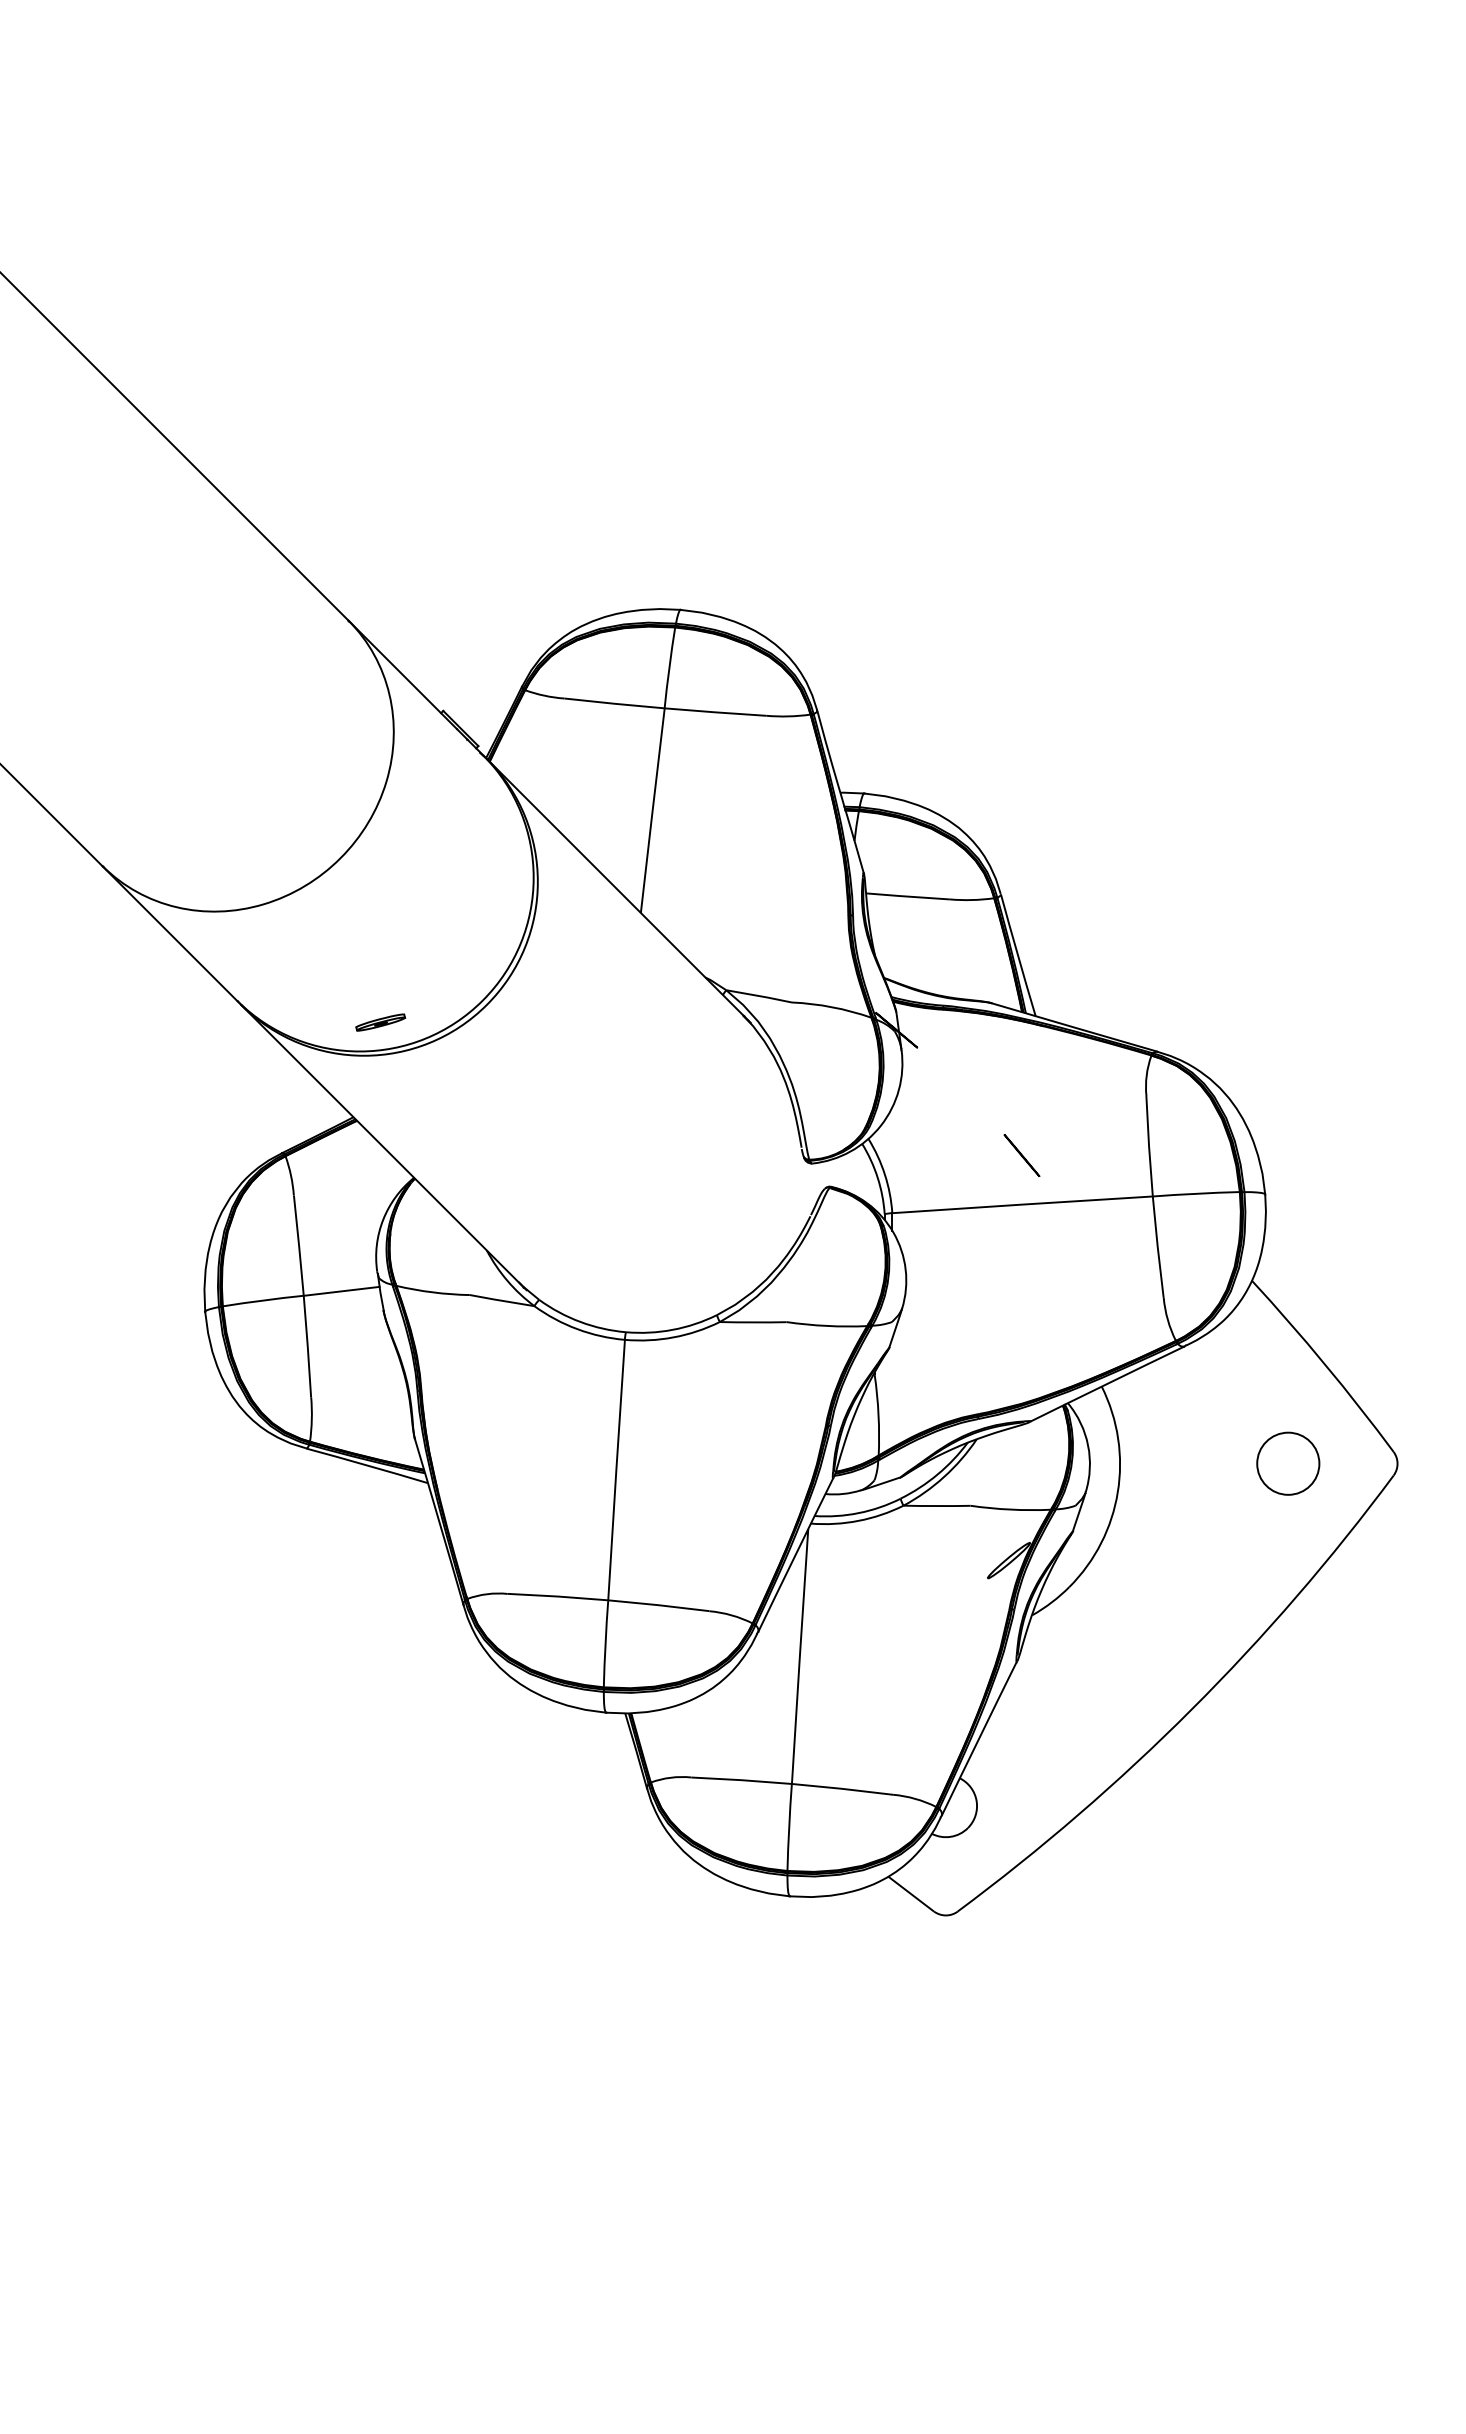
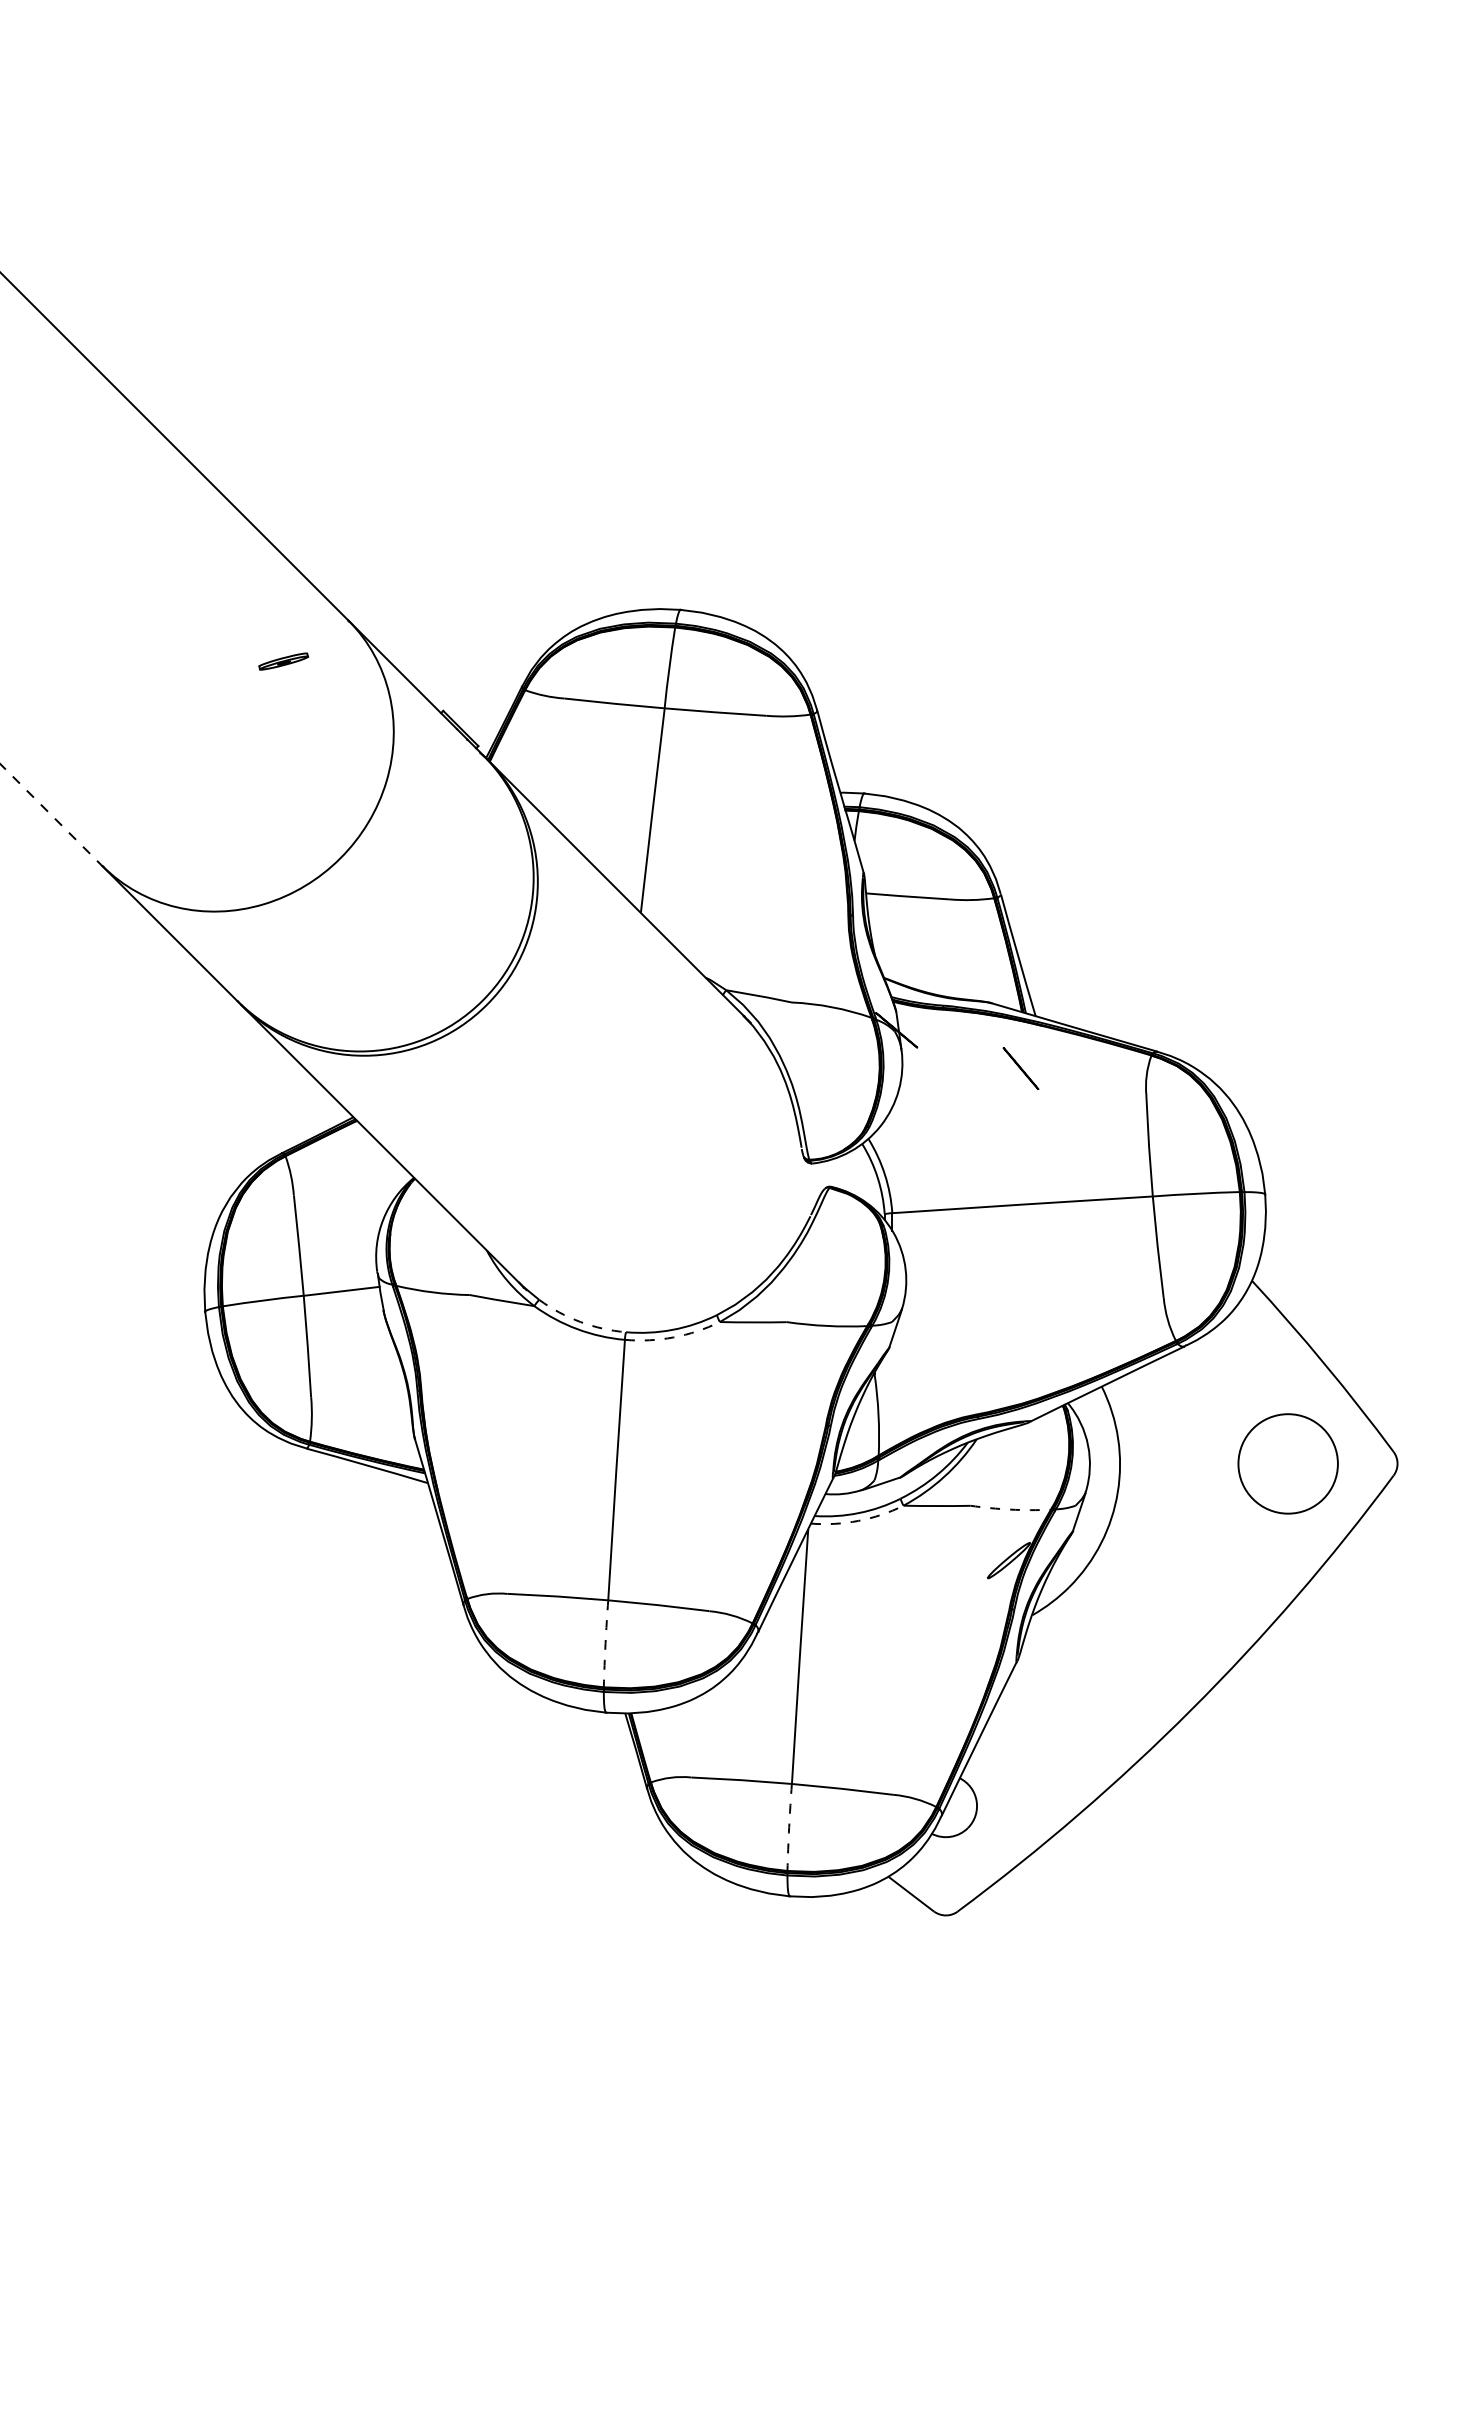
line at (51, 815): solid -> dashed
part at (380, 1022) position: (380, 1022) -> (283, 661)
line at (1021, 1155) position: (1021, 1155) -> (1020, 1068)
arc at (580, 1321): solid -> dashed
arc at (673, 1337): solid -> dashed
circle at (1288, 1463) size: 65x65 px -> 102x102 px
arc at (1010, 1509): solid -> dashed
arc at (858, 1520): solid -> dashed
arc at (605, 1643): solid -> dashed
arc at (789, 1827): solid -> dashed
